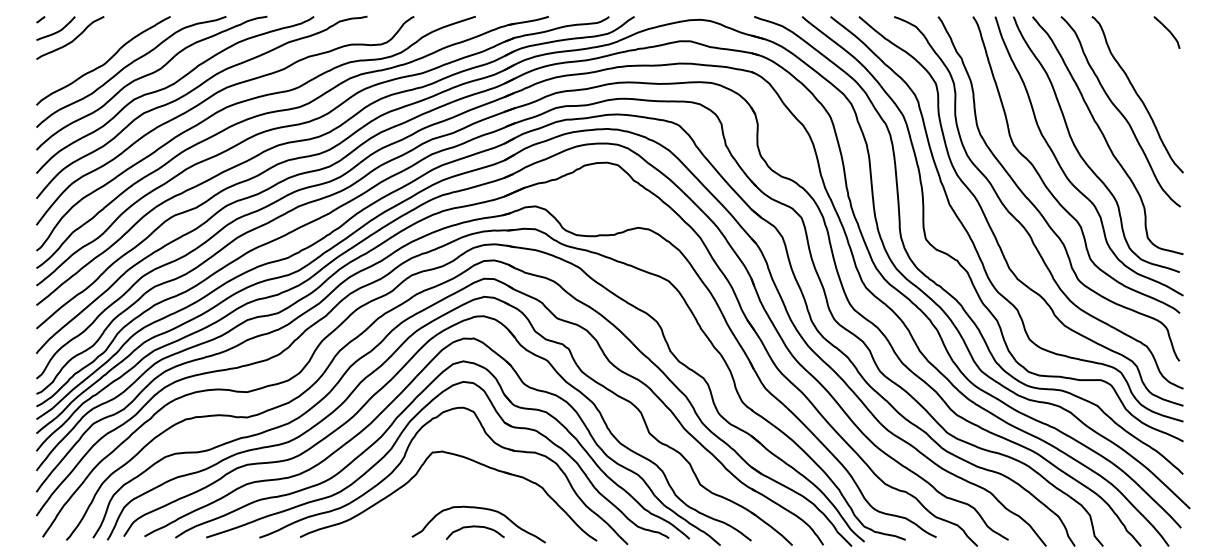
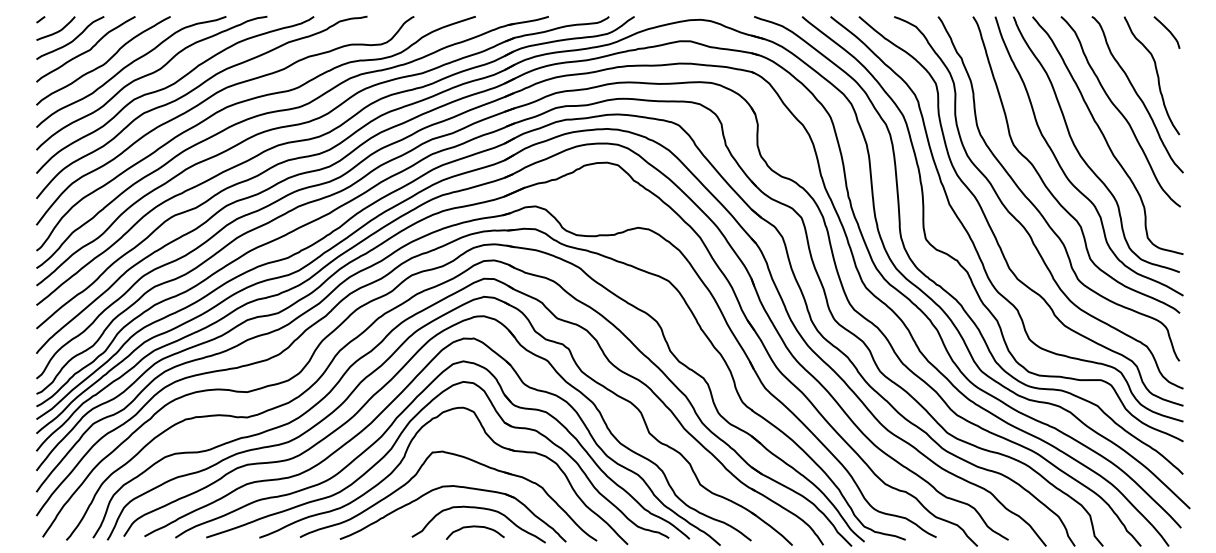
curve at (86, 50): none -> present
curve at (1156, 74): none -> present
part at (450, 487): none -> present
